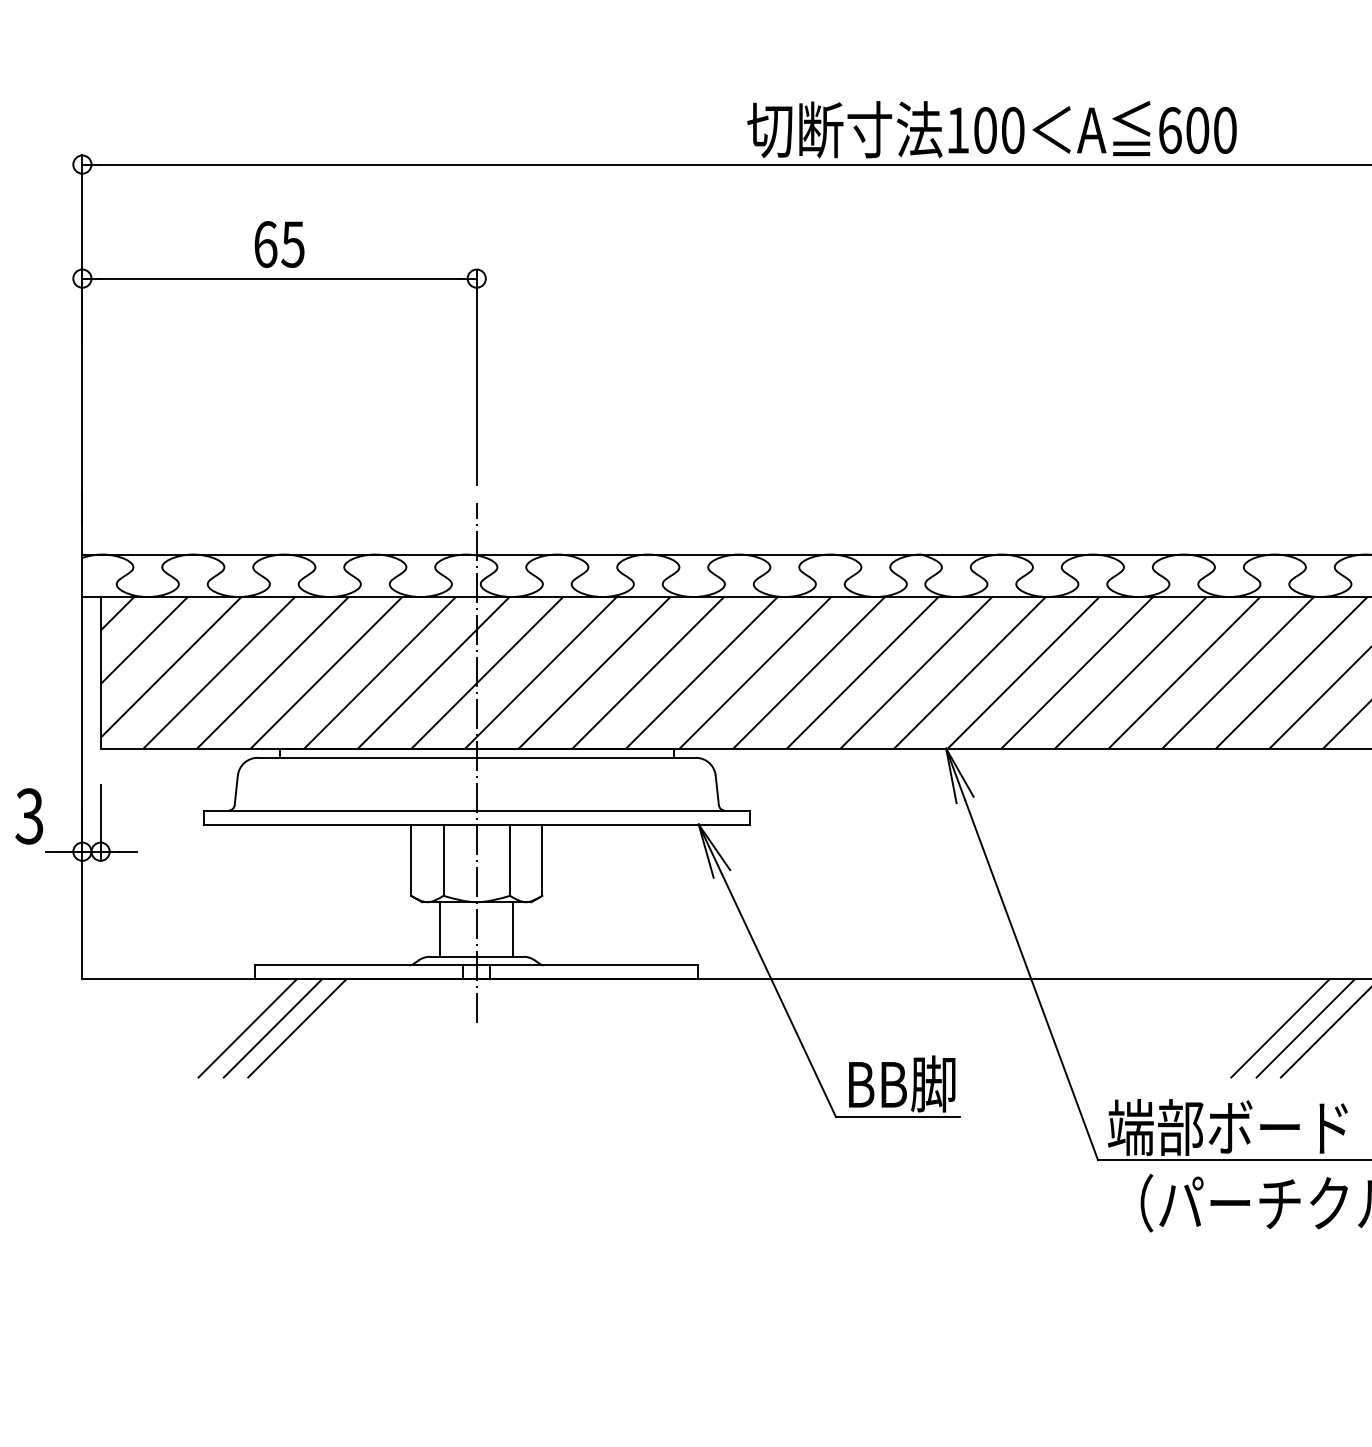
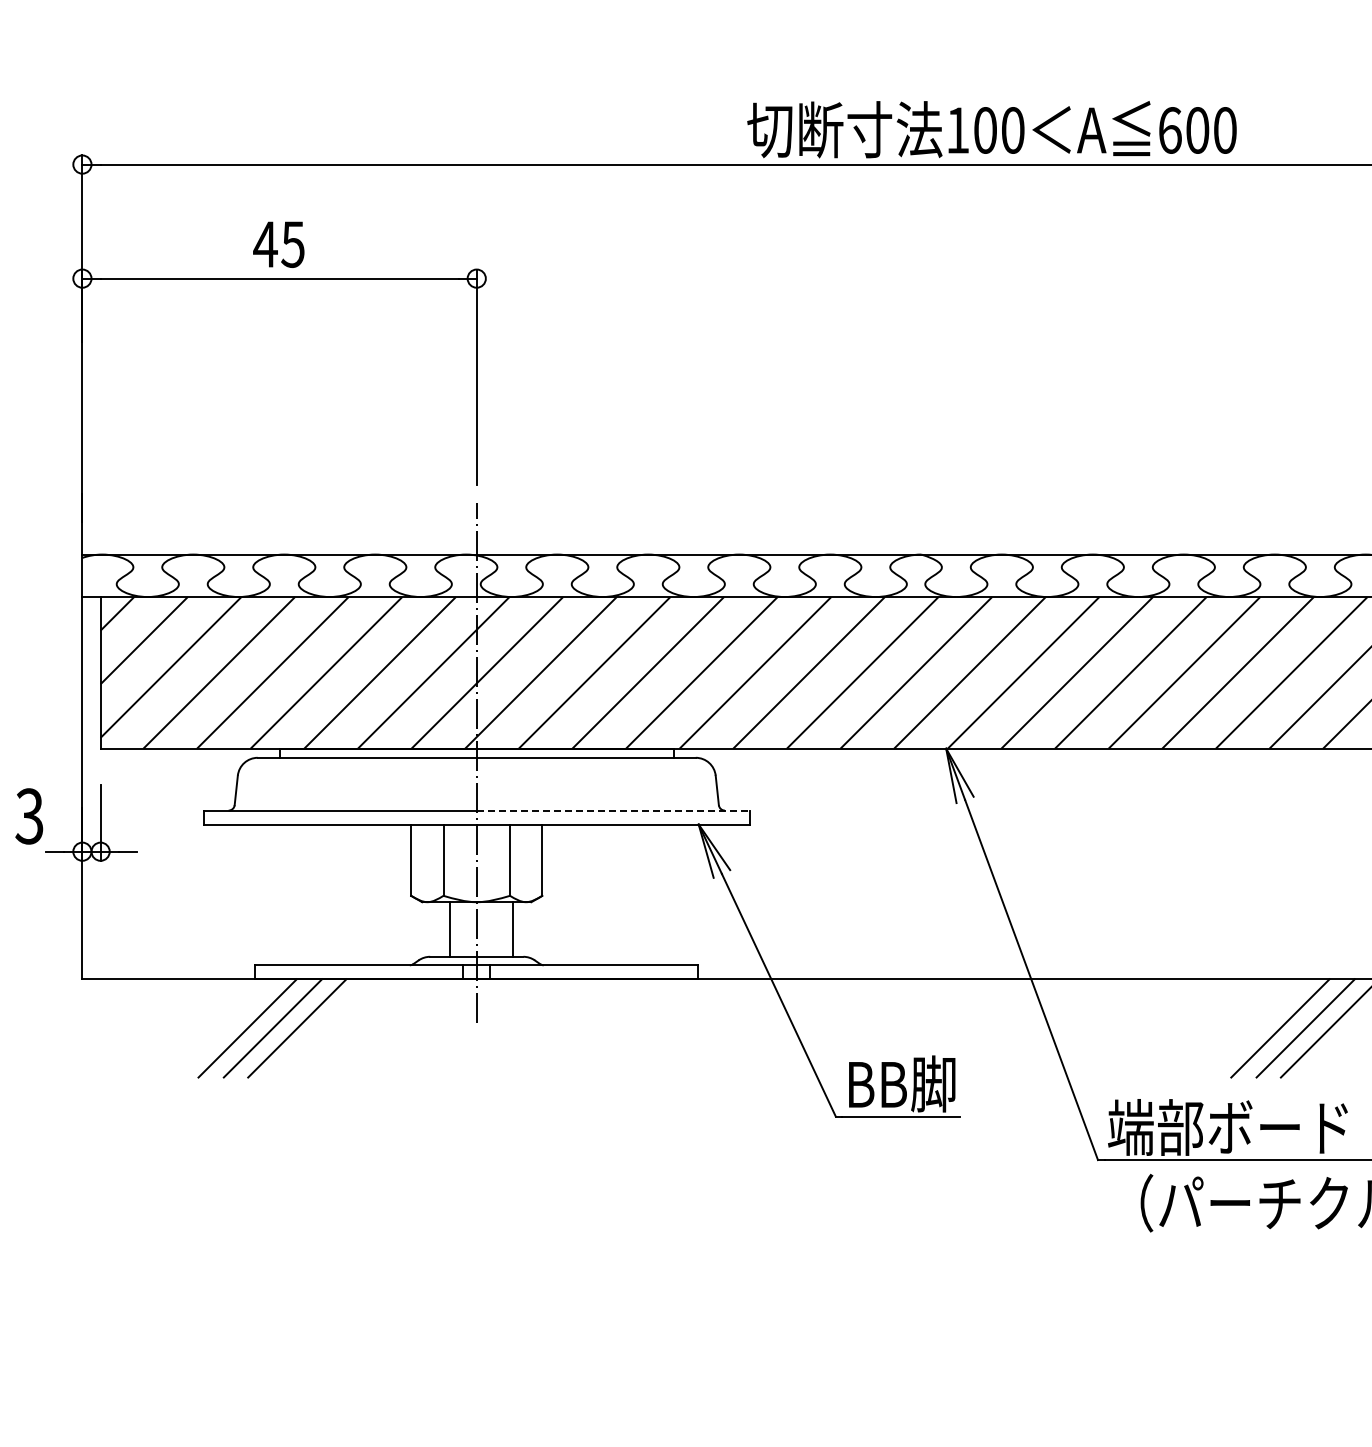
text at (265, 244): 65 -> 45
line at (613, 810): solid -> dashed
line at (440, 929) position: (440, 929) -> (450, 929)
